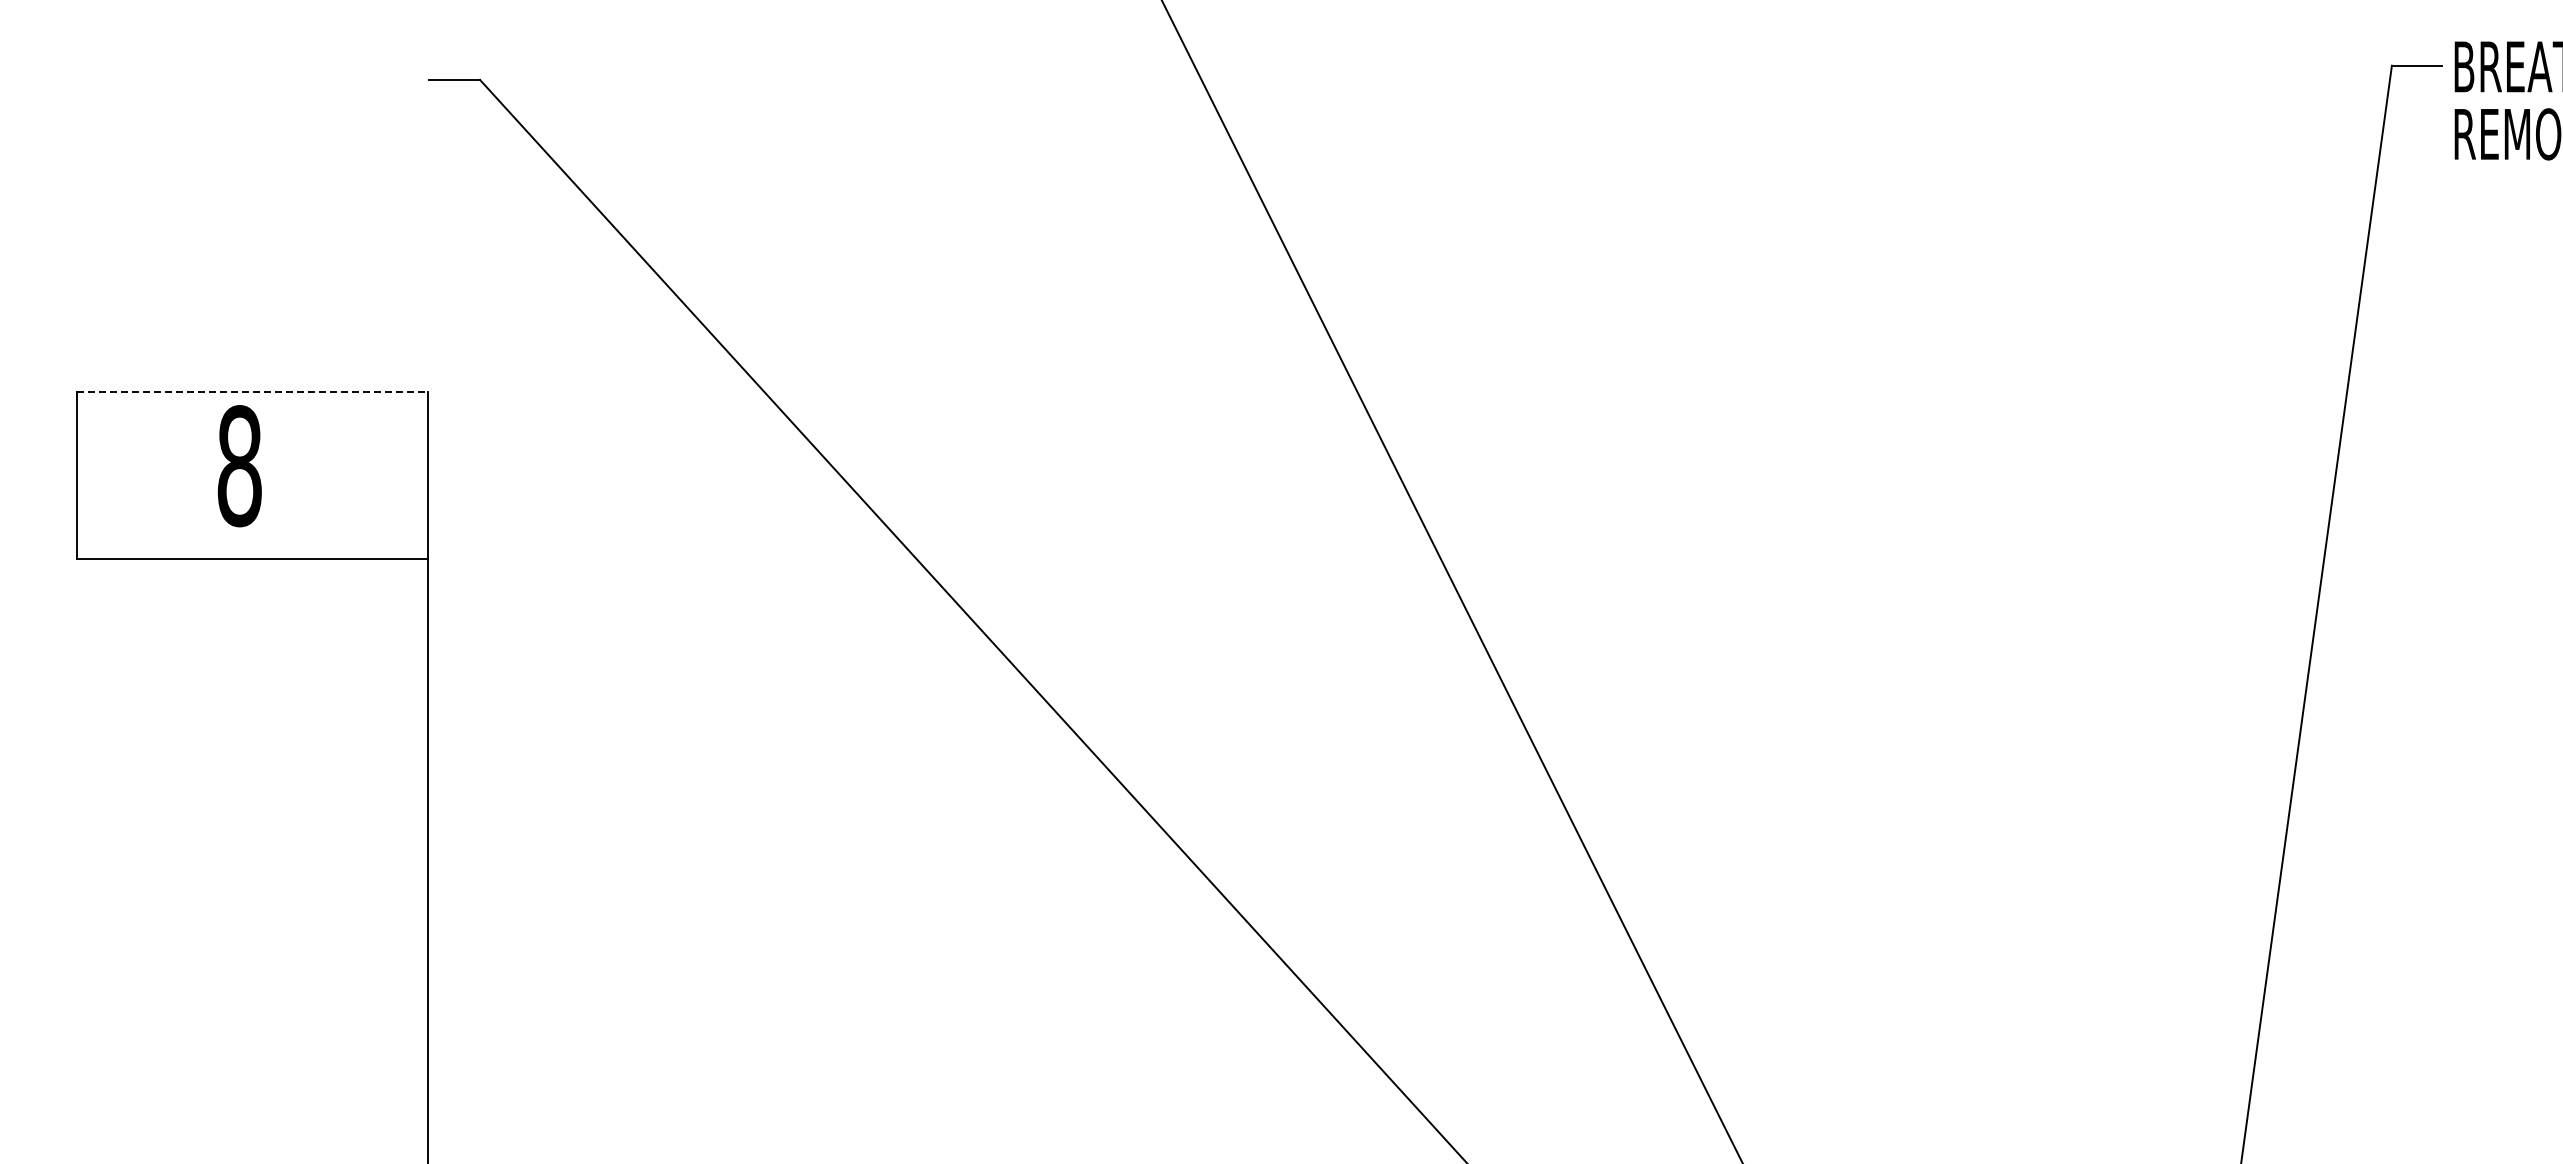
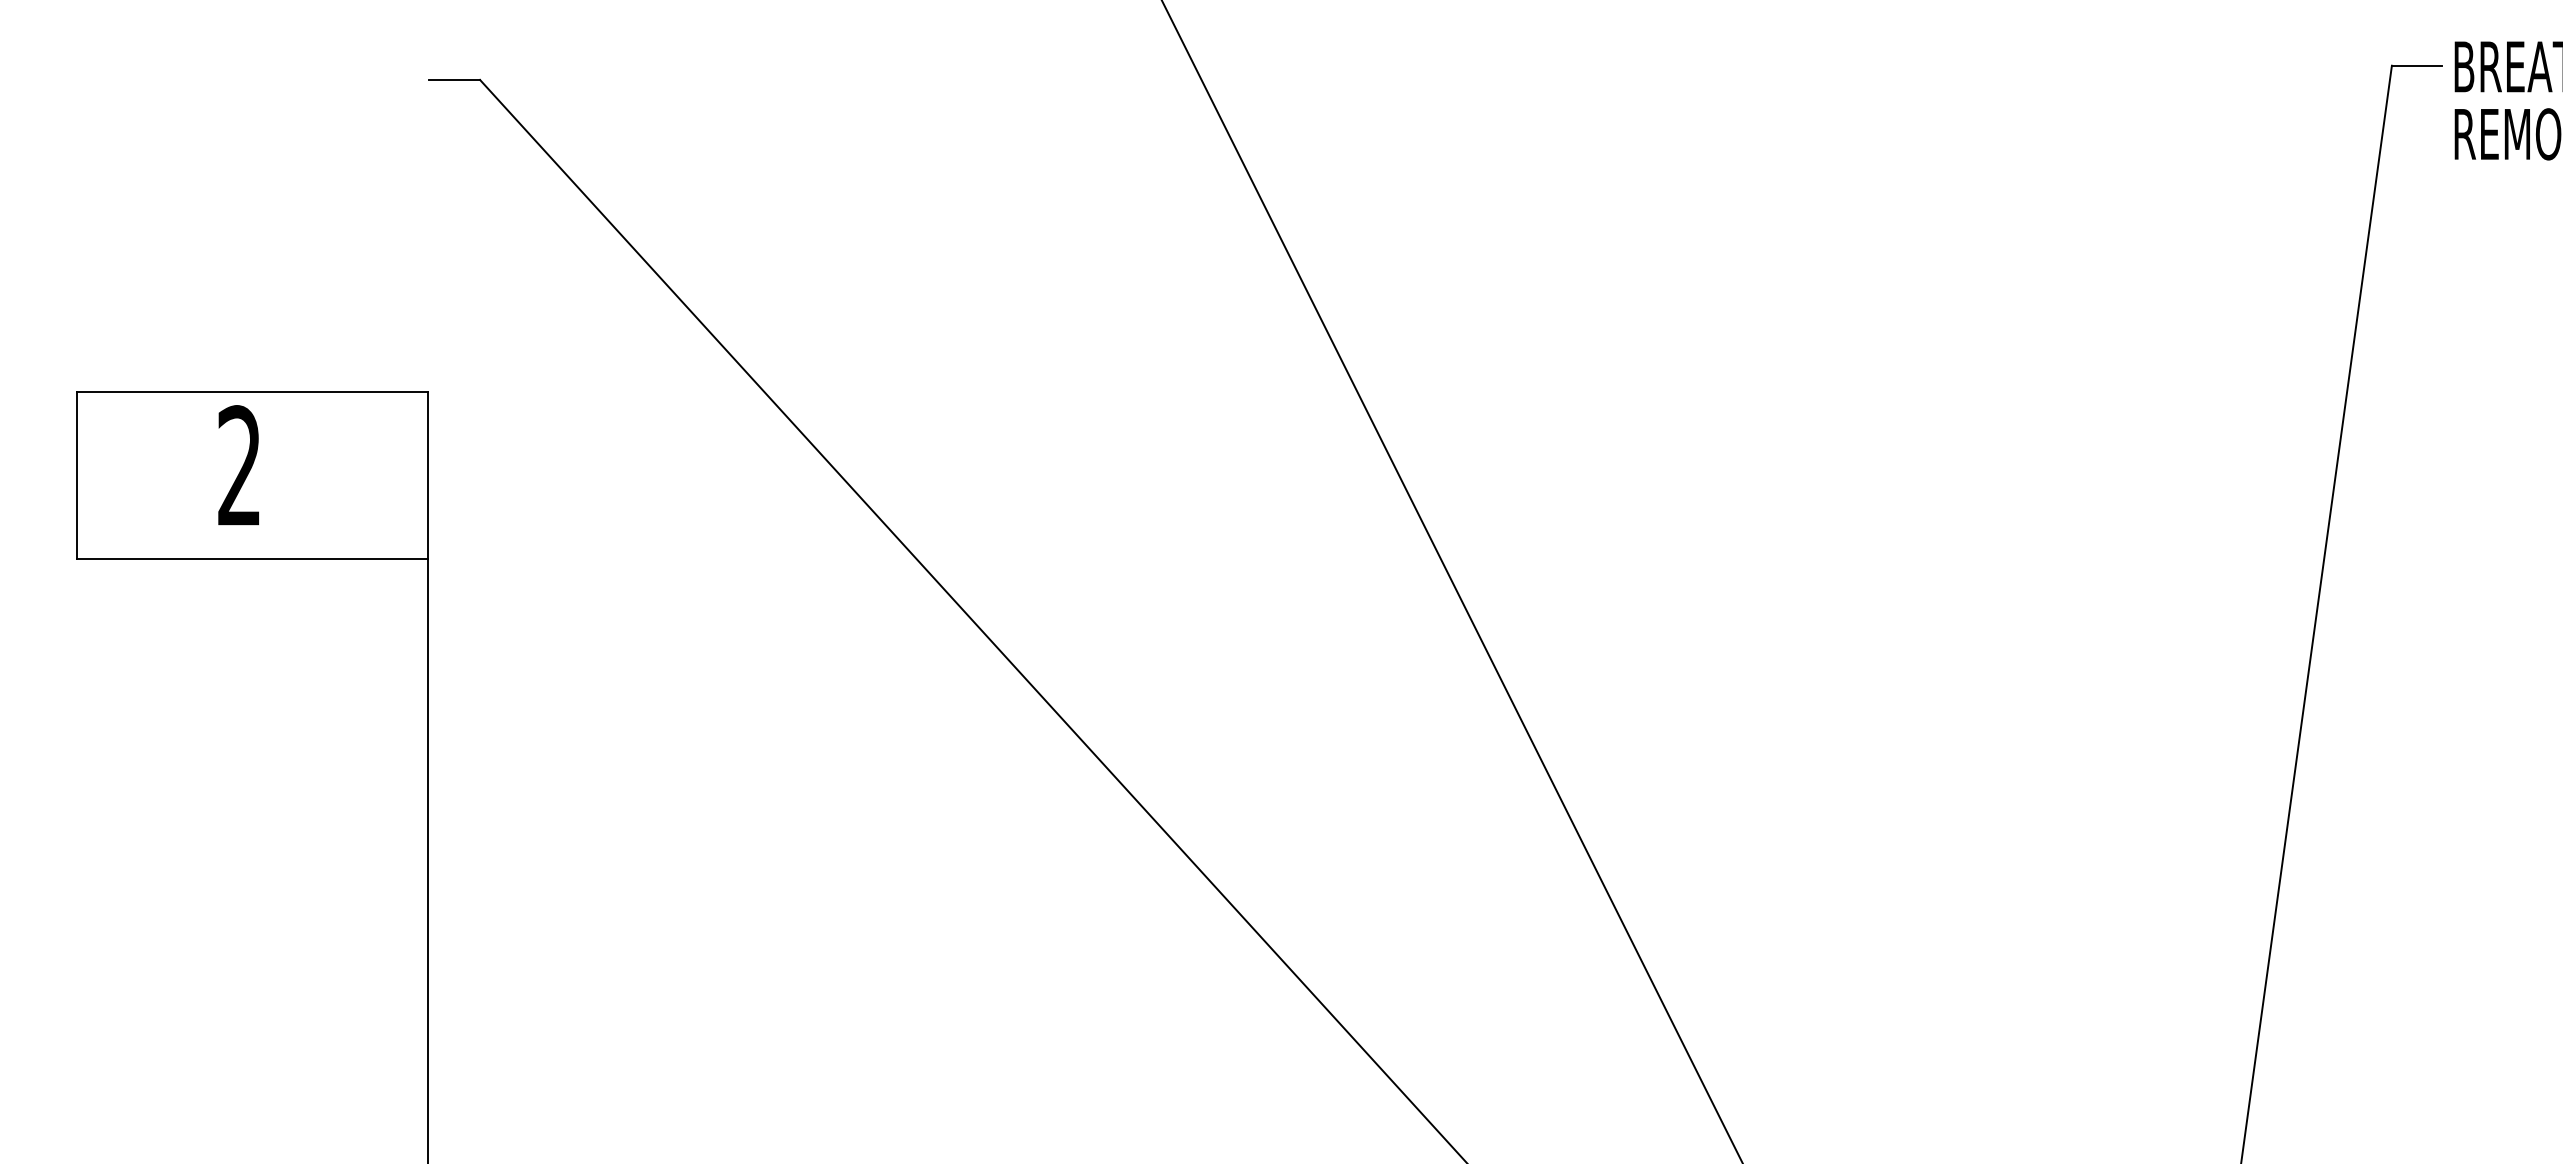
line at (252, 391): dashed -> solid
text at (239, 466): 8 -> 2
